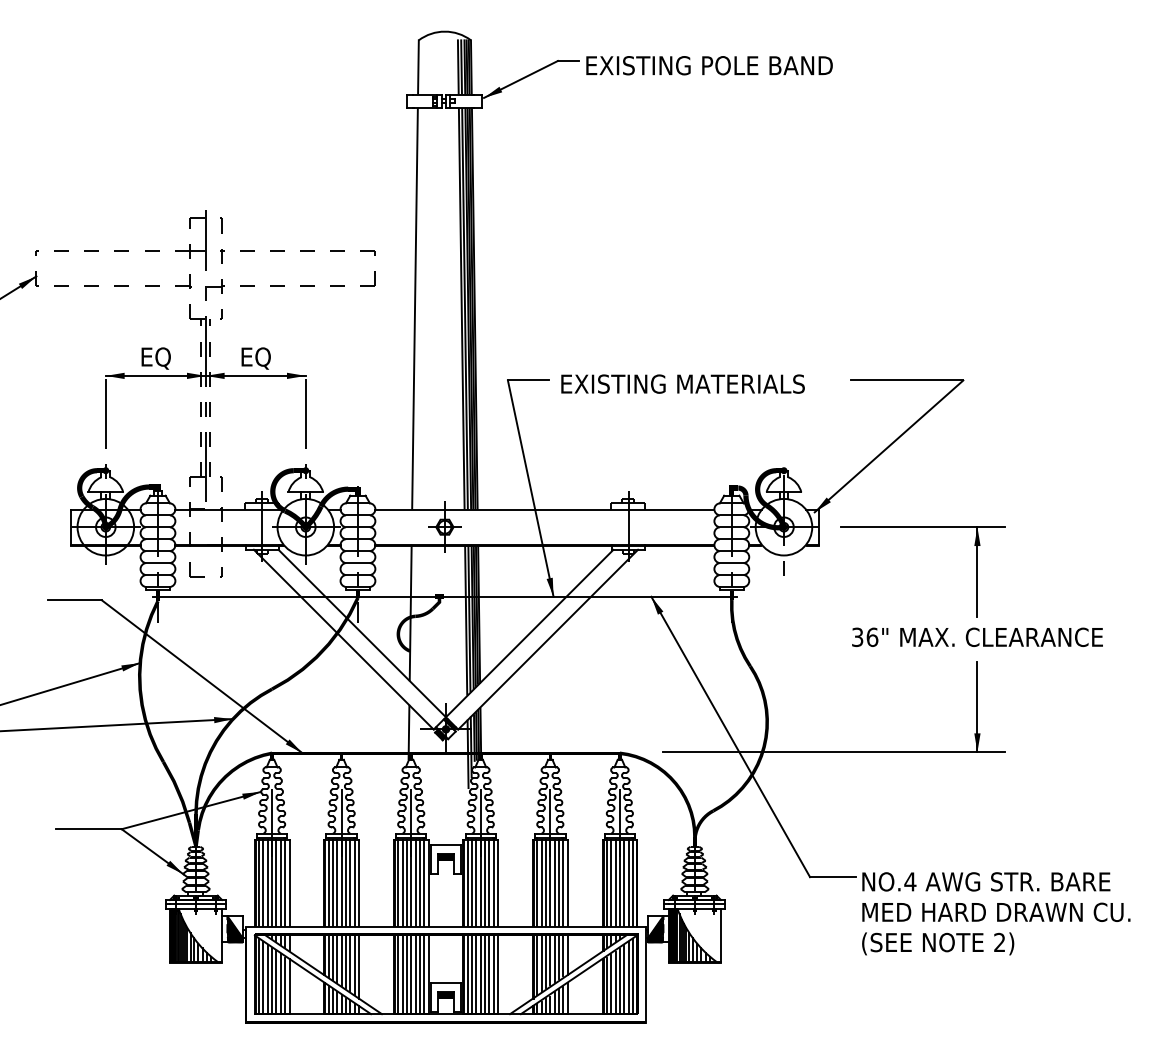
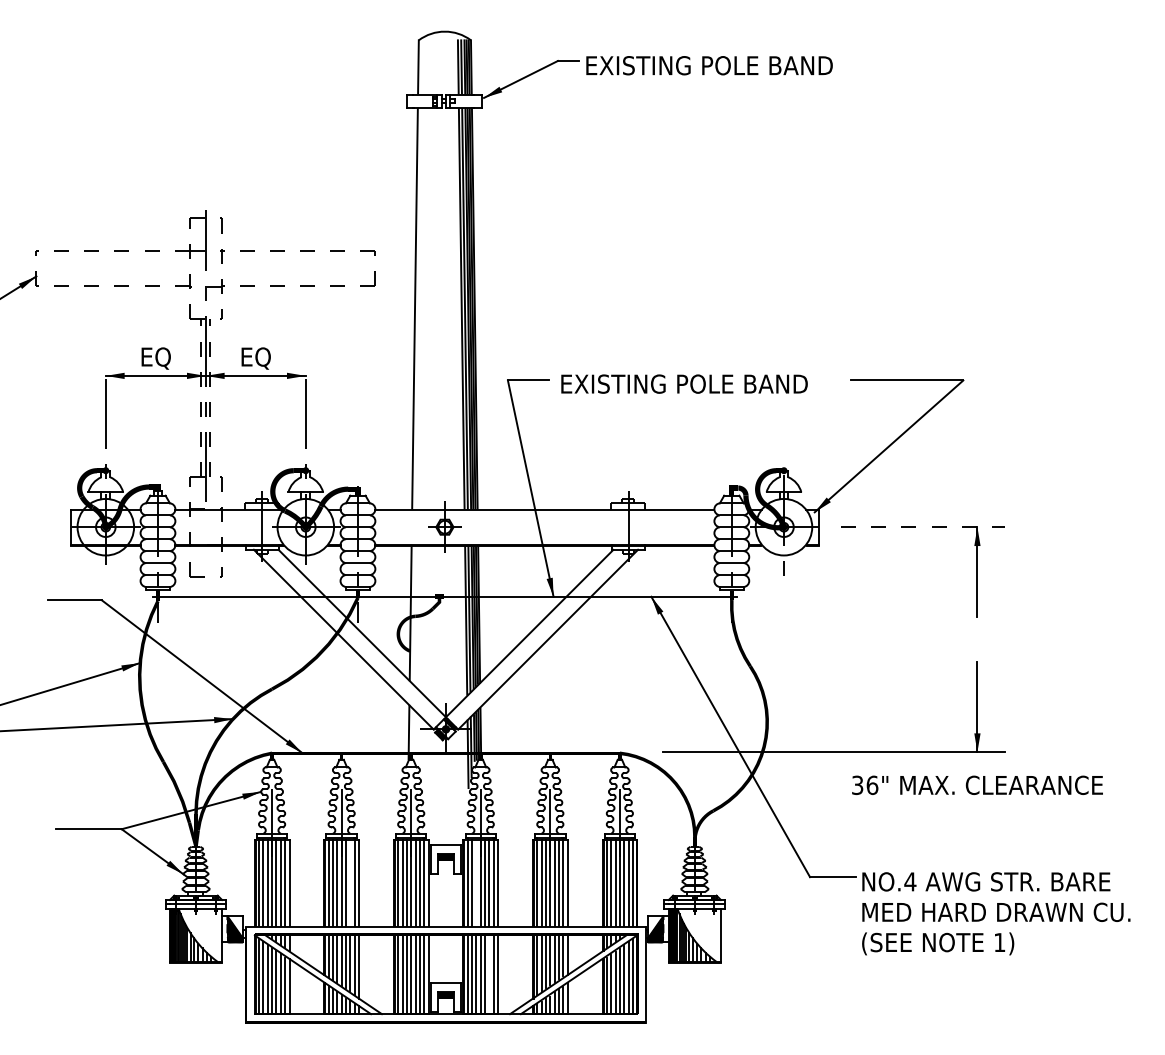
text at (743, 383): EXISTING MATERIALS -> EXISTING POLE BAND
line at (922, 527): solid -> dashed
text at (977, 636) position: (977, 636) -> (977, 784)
line at (350, 883): present -> none
line at (476, 883): present -> none
text at (999, 941): 2) -> 1)
line at (489, 974): present -> none
